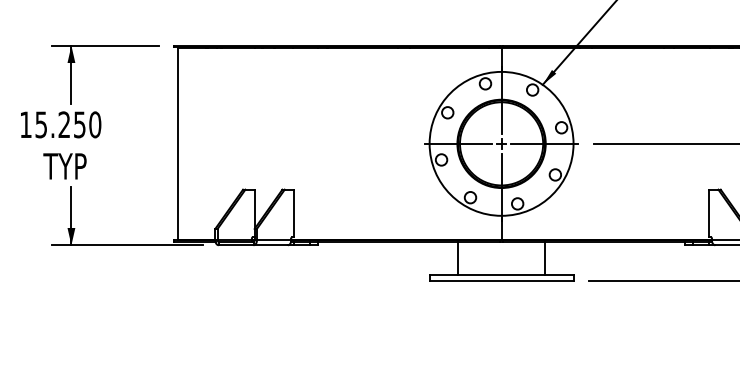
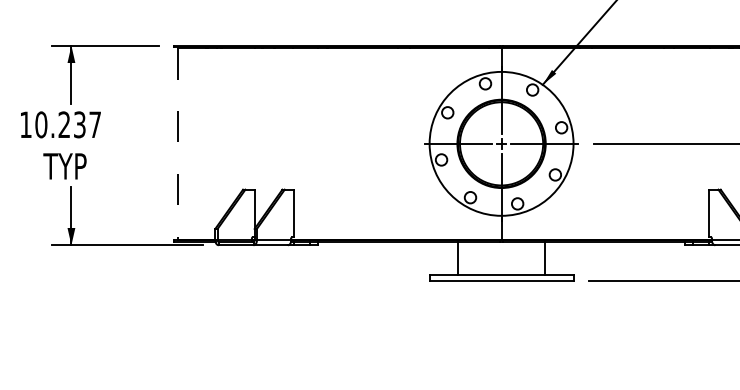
text at (68, 124): 15.250 -> 10.237
line at (177, 143): solid -> dashed
